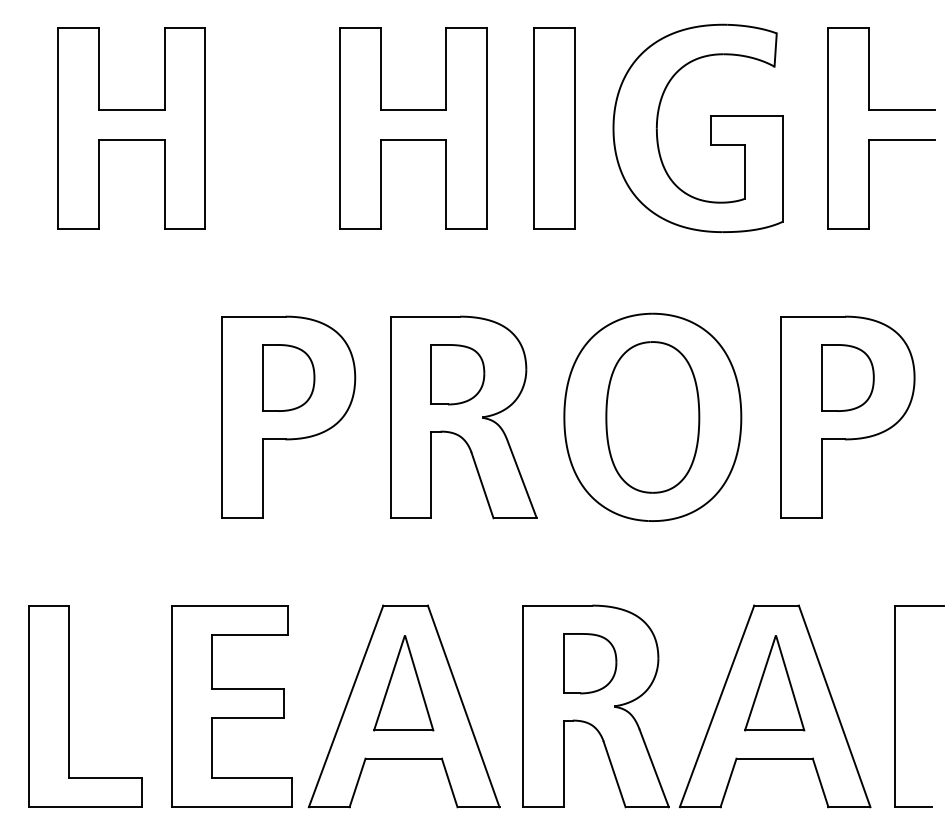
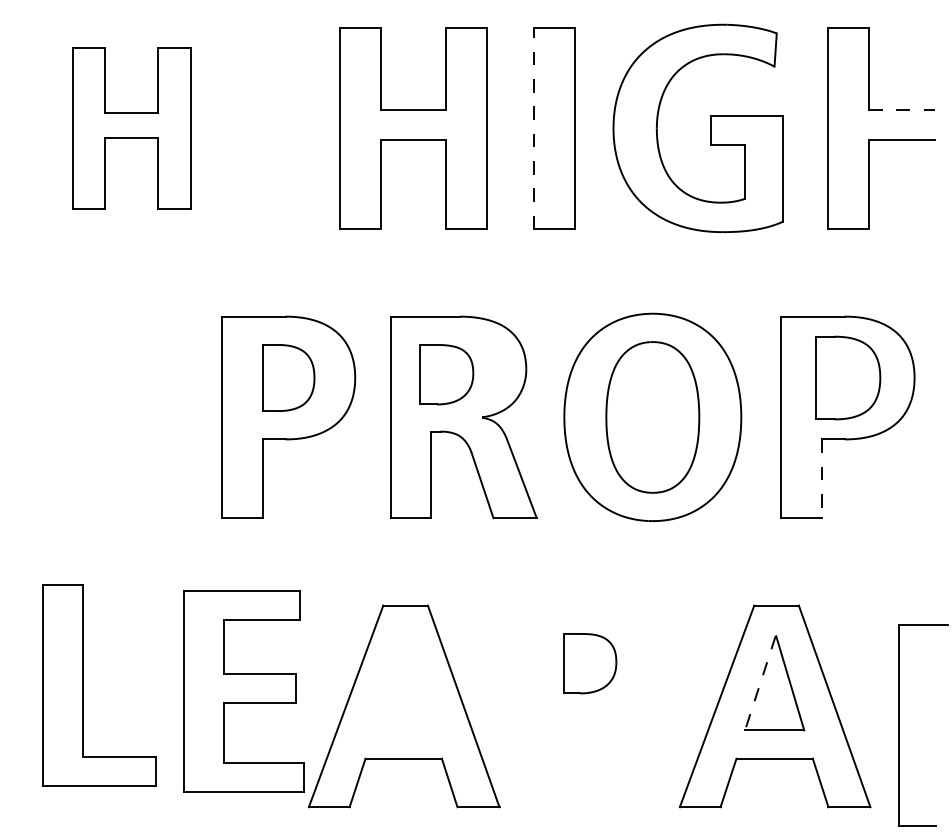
line at (902, 109): solid -> dashed
part at (131, 128) size: 149x203 px -> 120x163 px
line at (534, 128): solid -> dashed
part at (457, 374) position: (457, 374) -> (446, 374)
part at (847, 377) size: 54x68 px -> 67x86 px
line at (822, 479): solid -> dashed
part at (403, 683): present -> none
line at (760, 683): solid -> dashed
part at (69, 706) position: (69, 706) -> (83, 685)
part at (231, 706) position: (231, 706) -> (243, 691)
part at (595, 706): present -> none
part at (895, 706) position: (895, 706) -> (899, 725)
